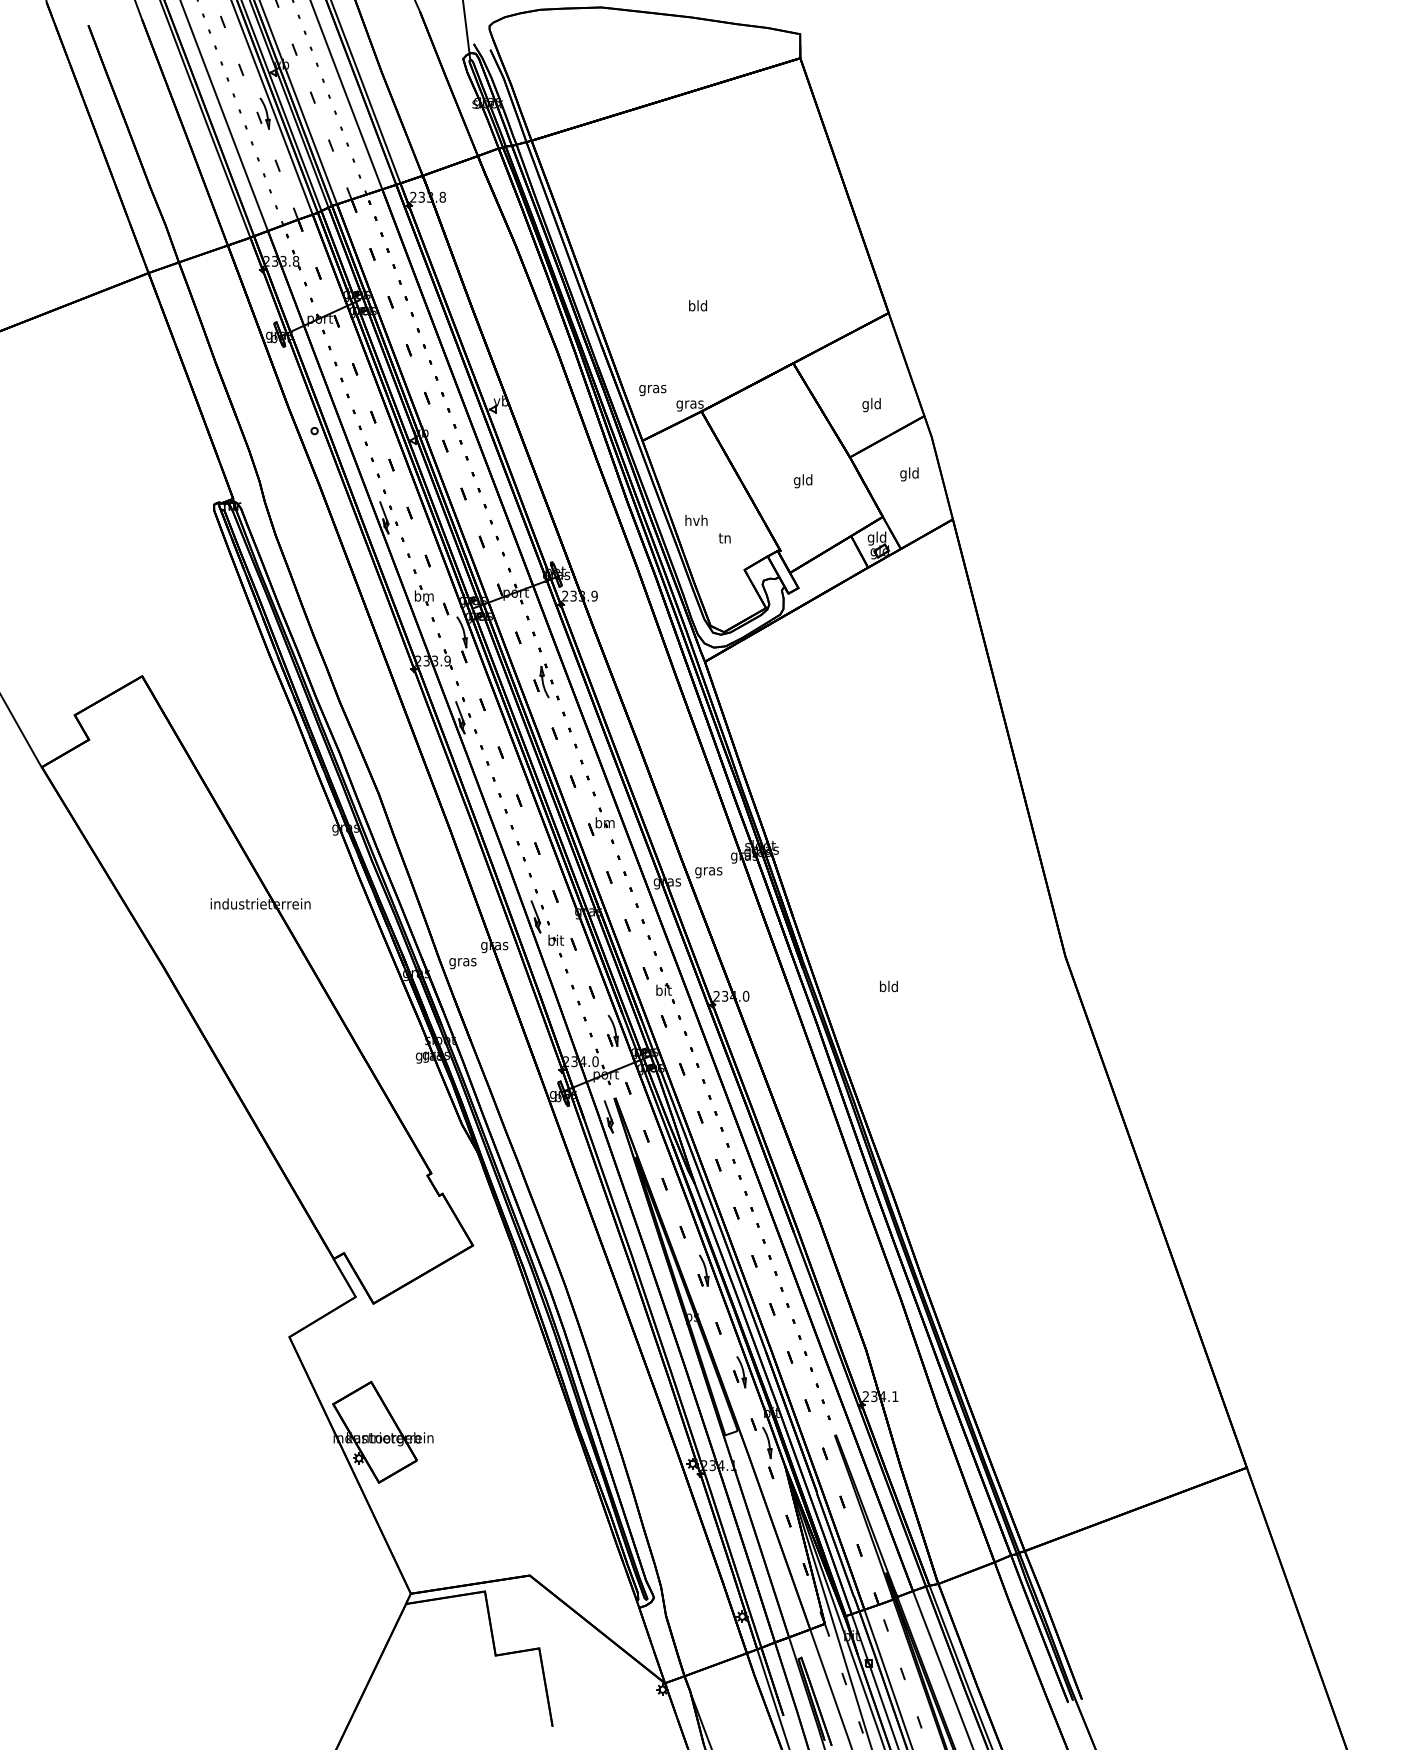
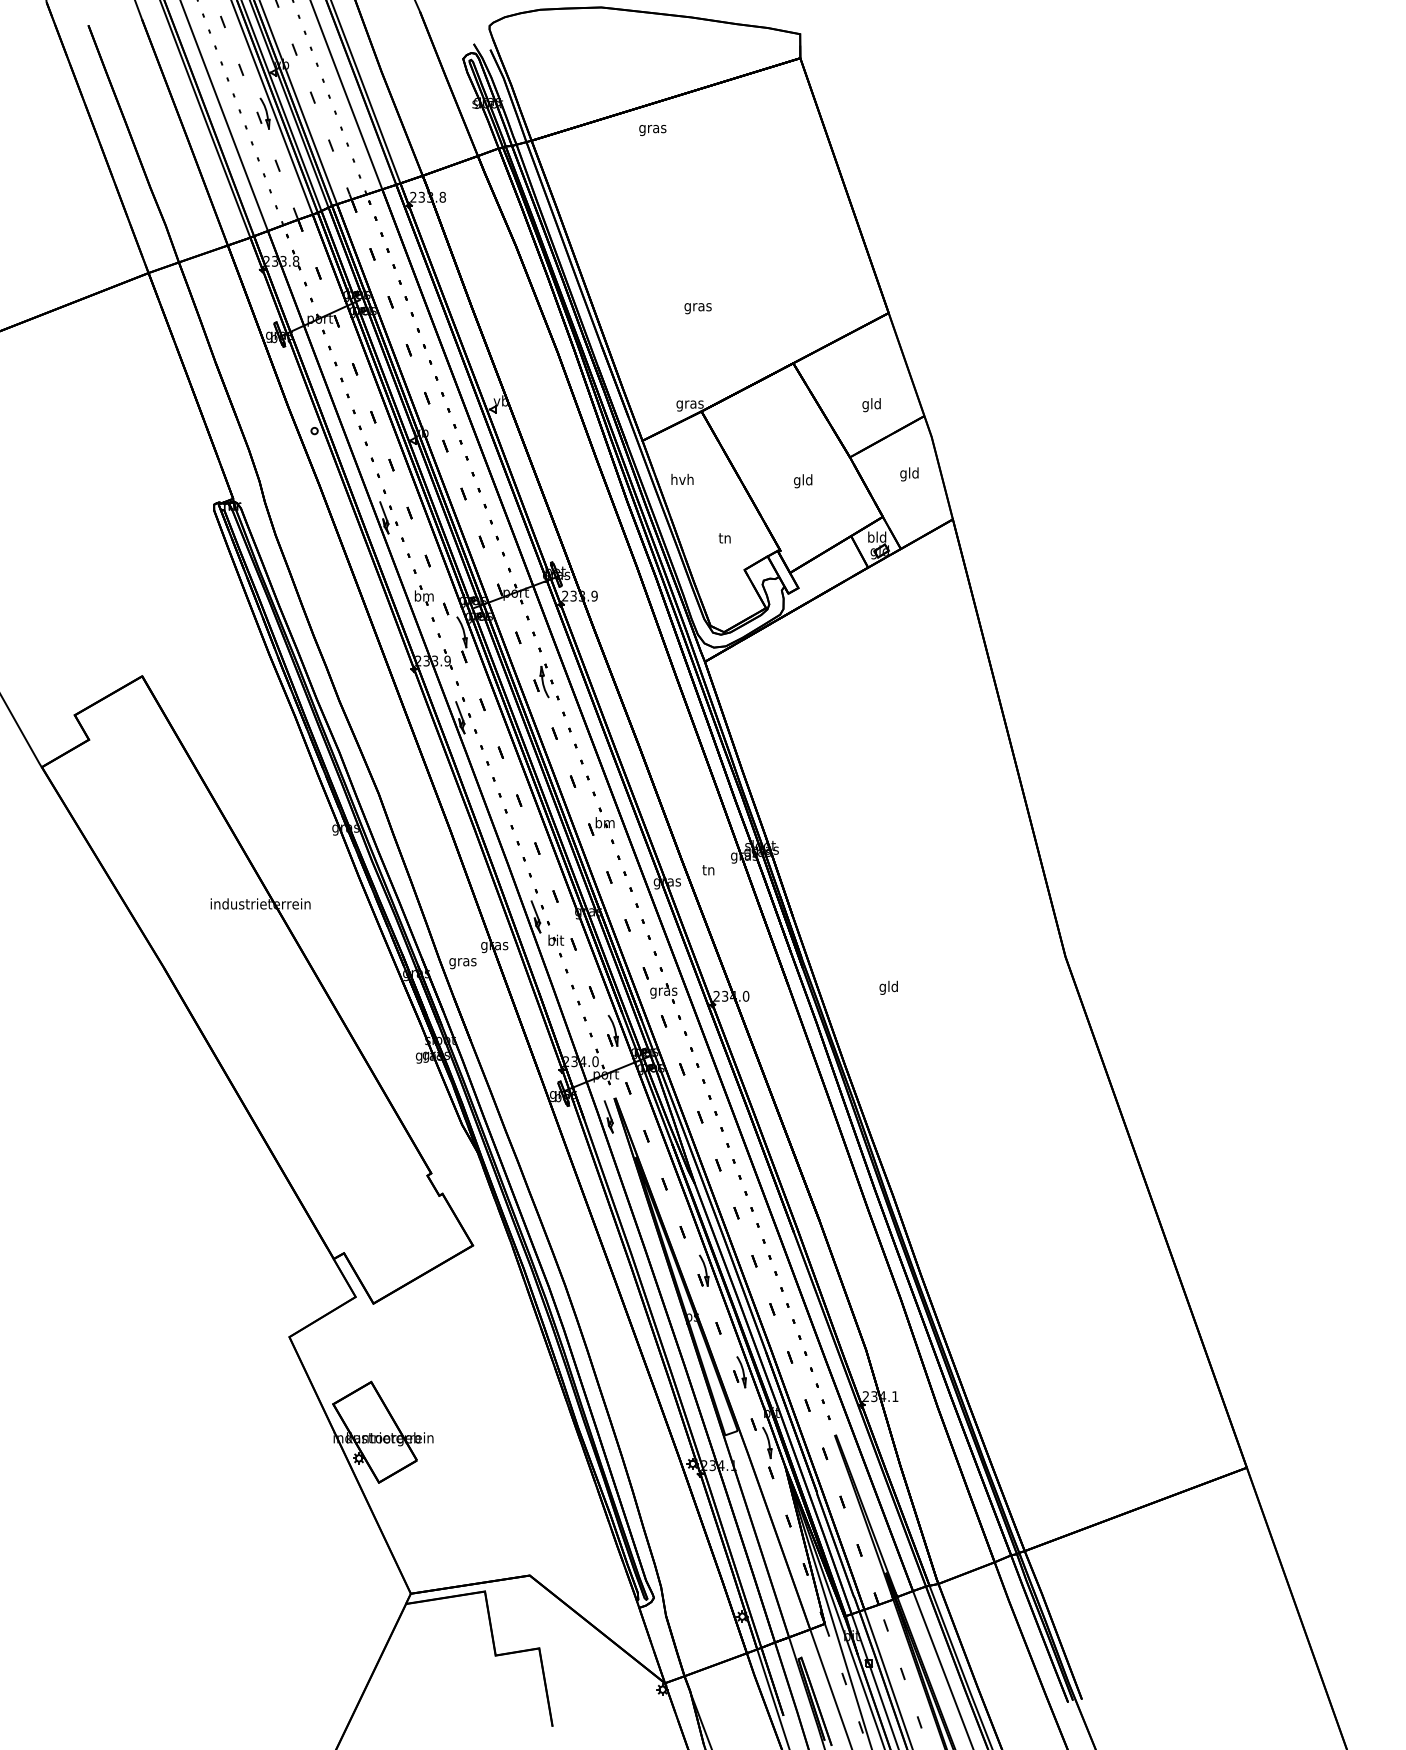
line at (466, 31): present -> none
text at (697, 307): bld -> gras
text at (652, 390) position: (652, 390) -> (652, 130)
text at (696, 519) position: (696, 519) -> (682, 478)
text at (870, 538): gld -> bld
text at (708, 871): gras -> tn
text at (882, 987): bld -> gld
text at (663, 991): bit -> gras
